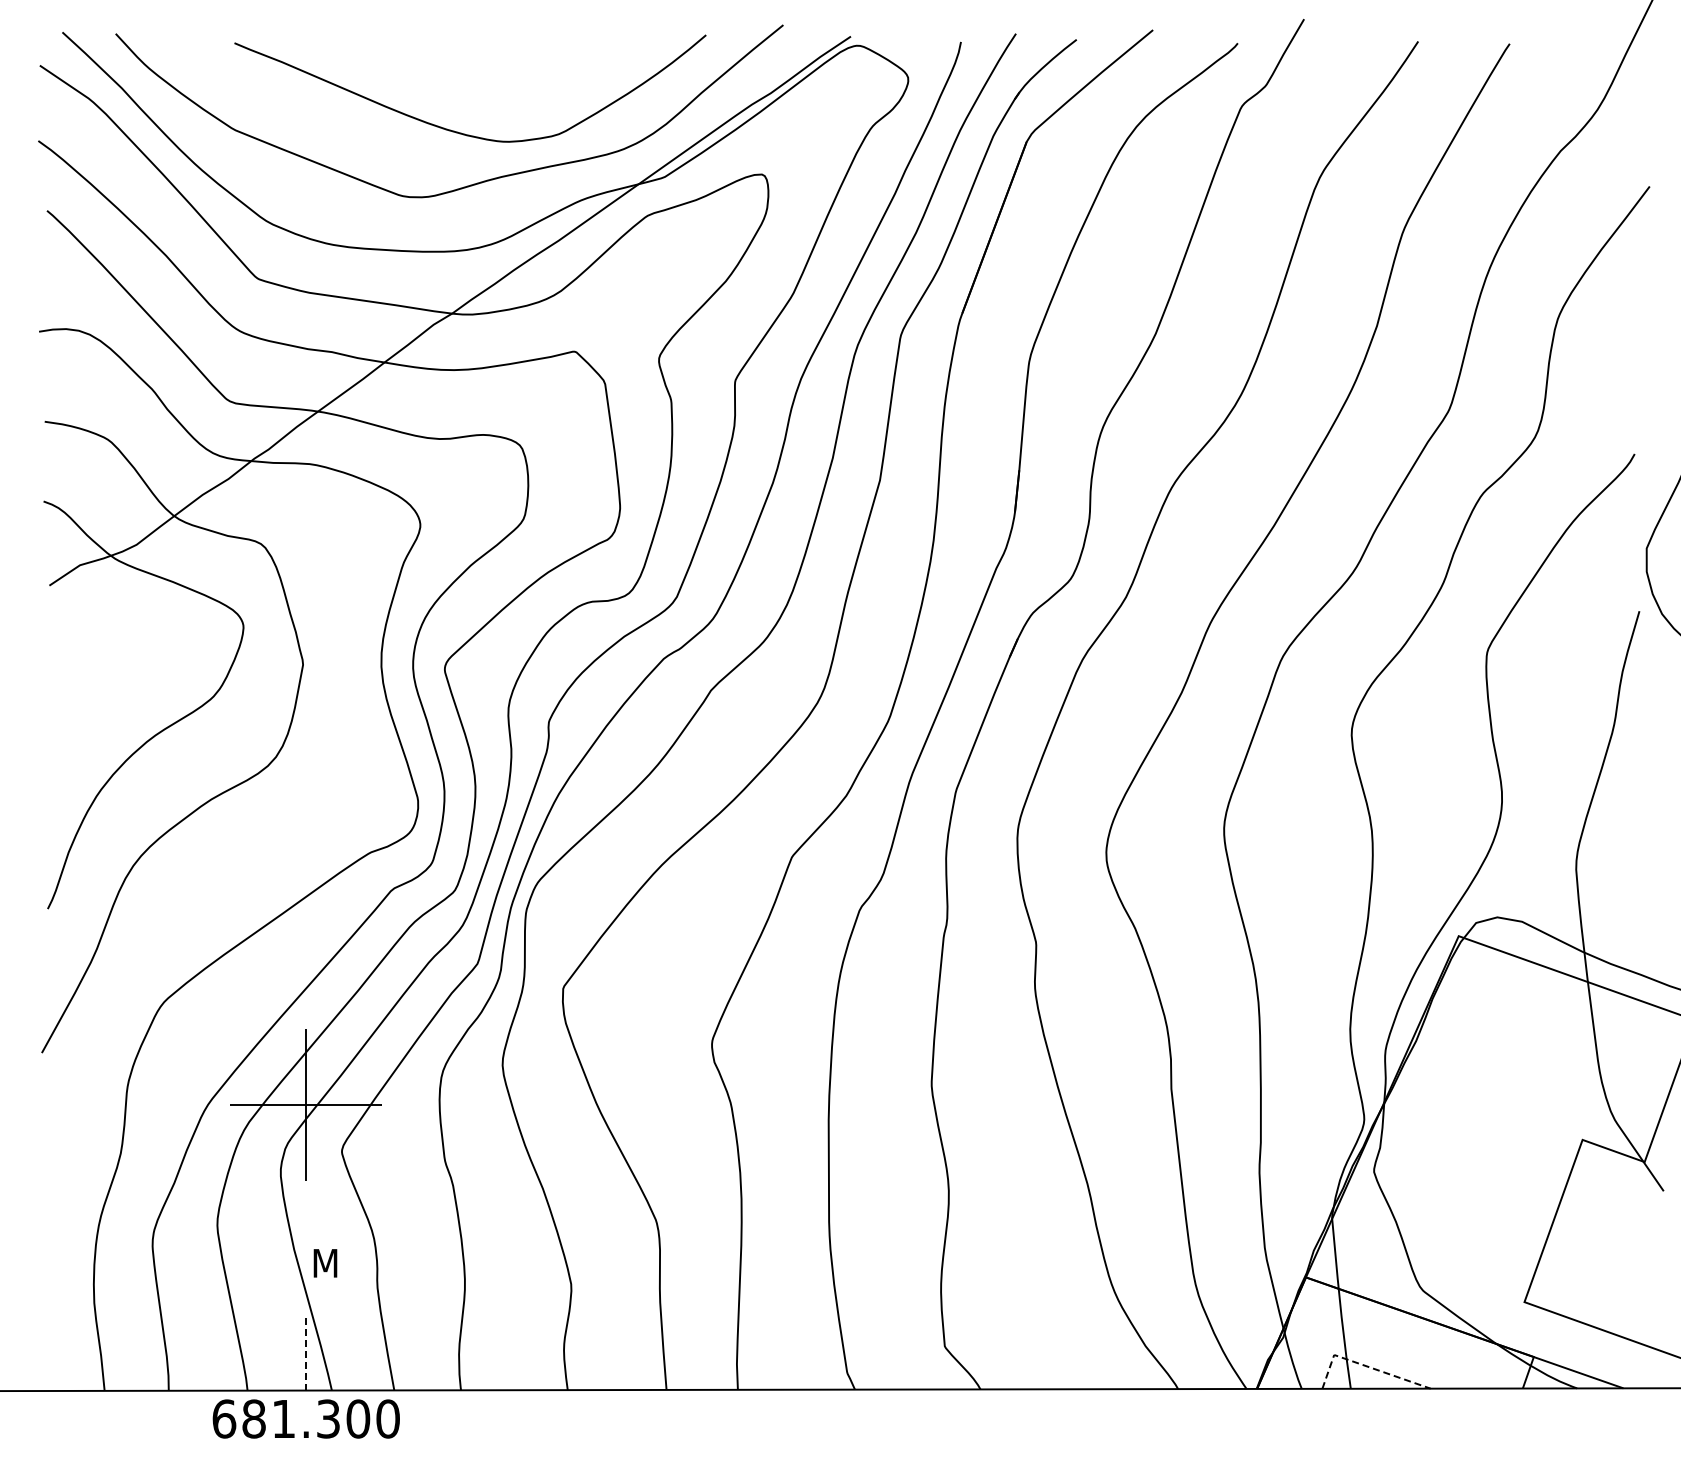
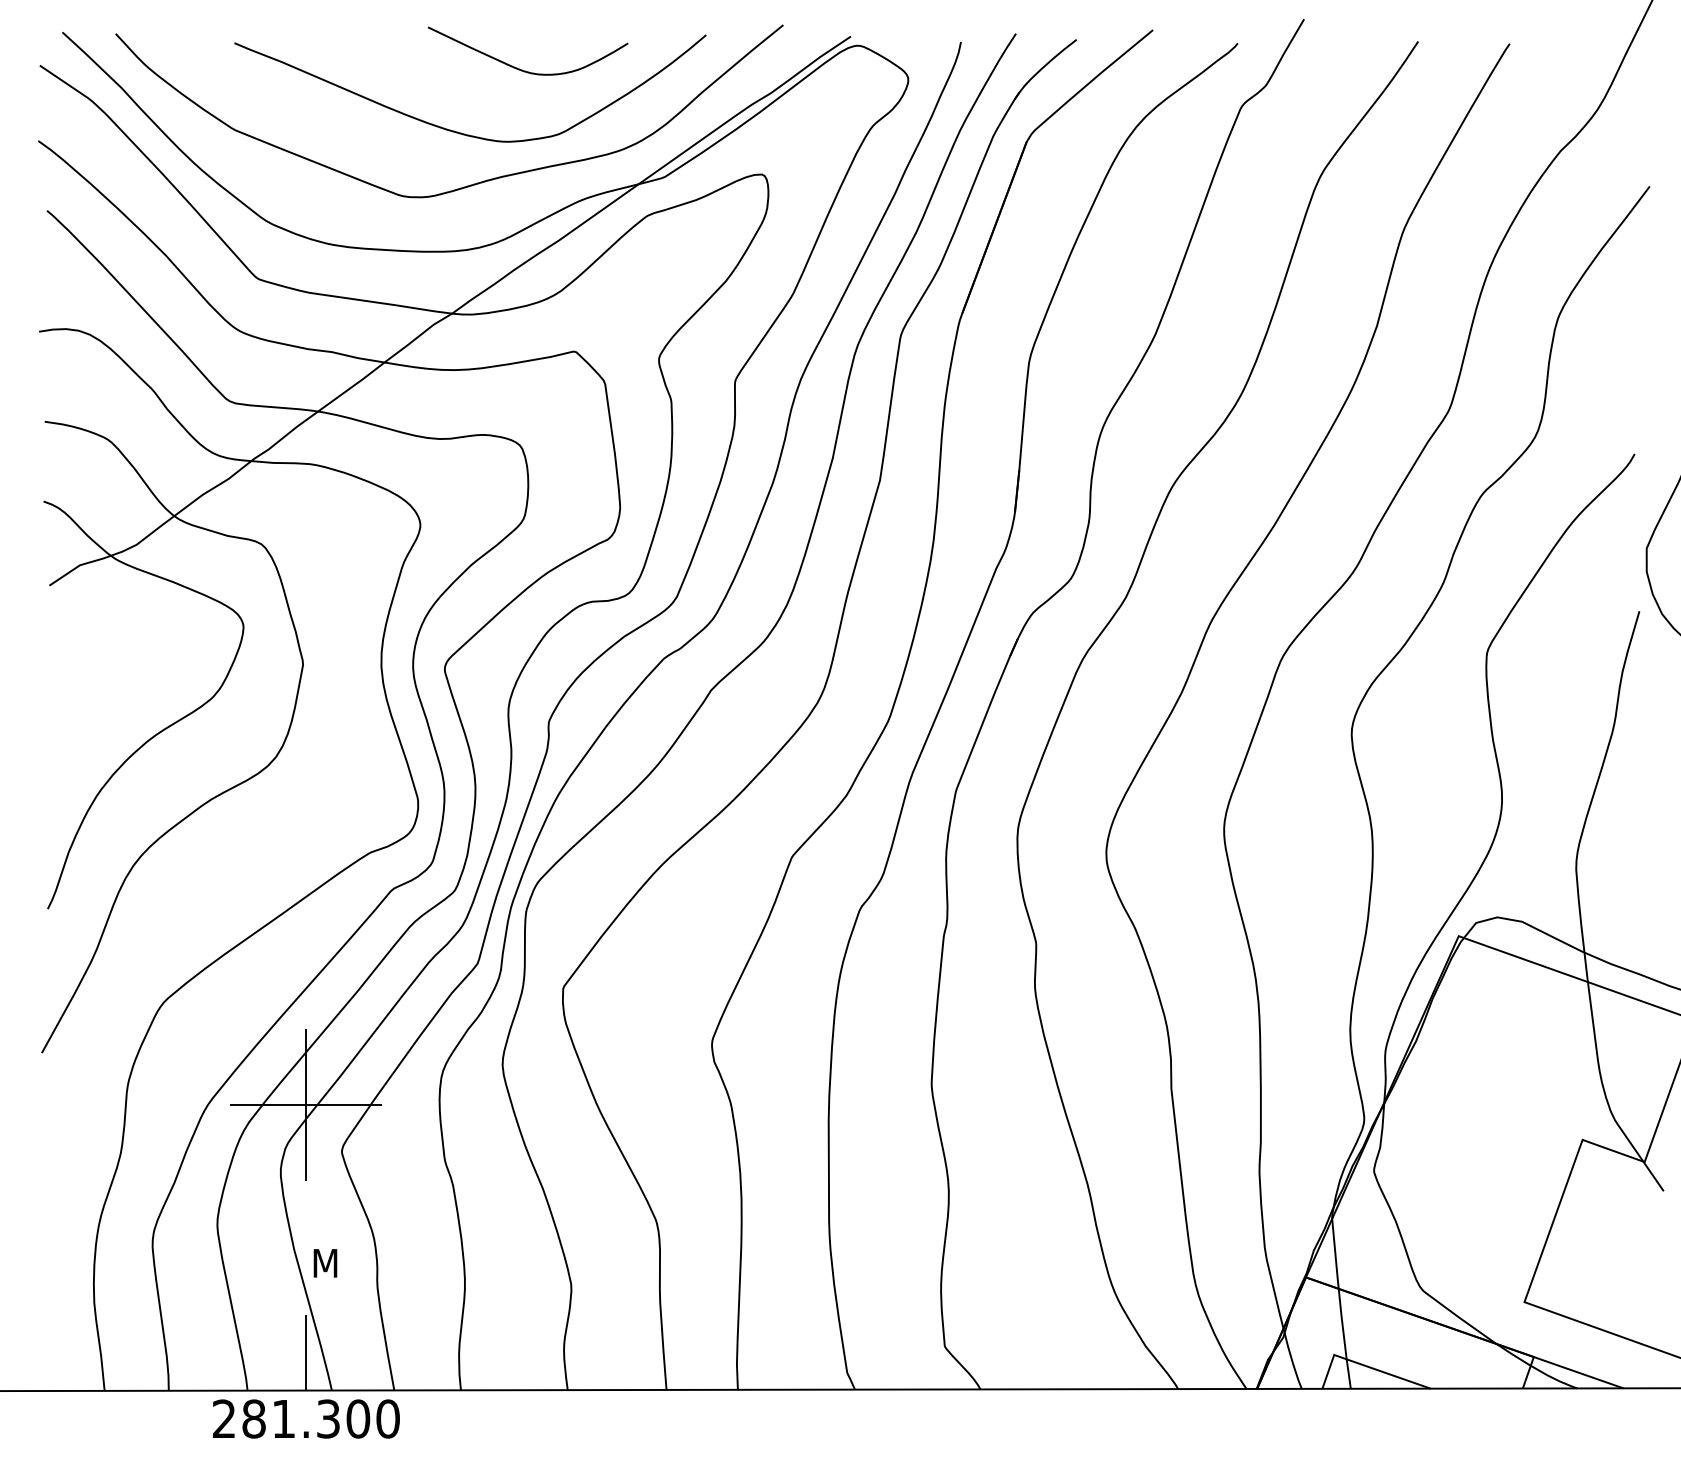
curve at (522, 69): none -> present
line at (306, 1352): dashed -> solid
line at (1365, 1365): dashed -> solid
text at (224, 1418): 681.300 -> 281.300
